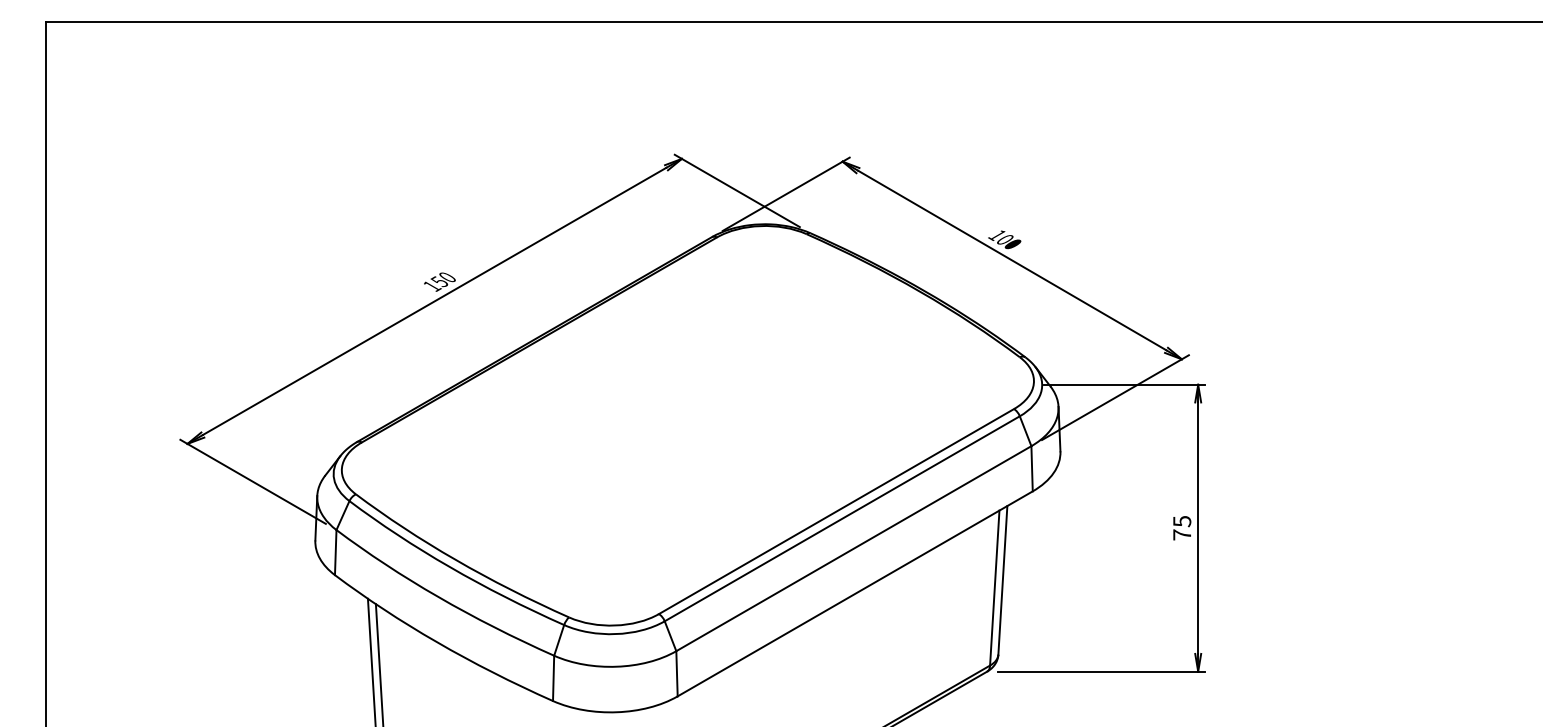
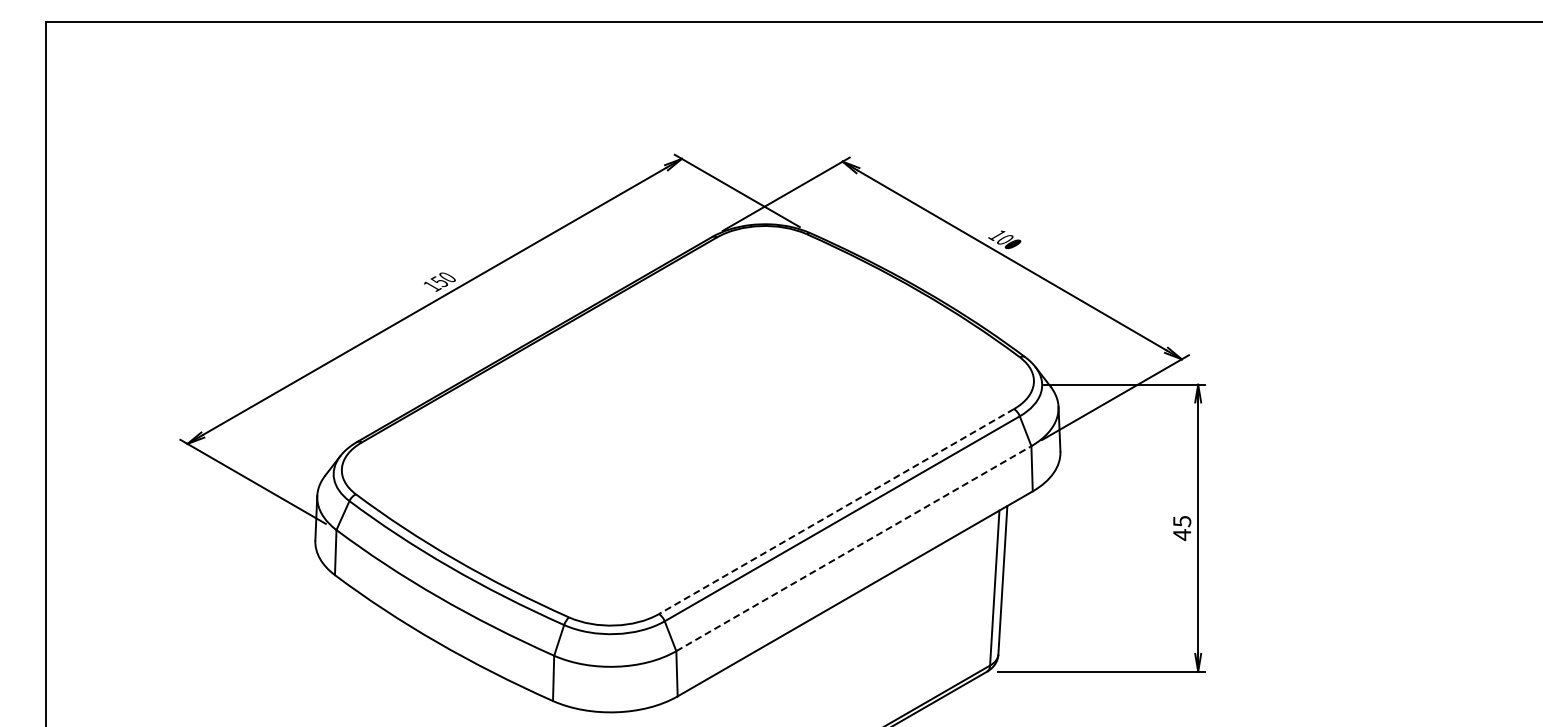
line at (836, 511): solid -> dashed
text at (1181, 535): 75 -> 45
line at (854, 548): solid -> dashed
line at (371, 660): present -> none
line at (379, 663): present -> none
